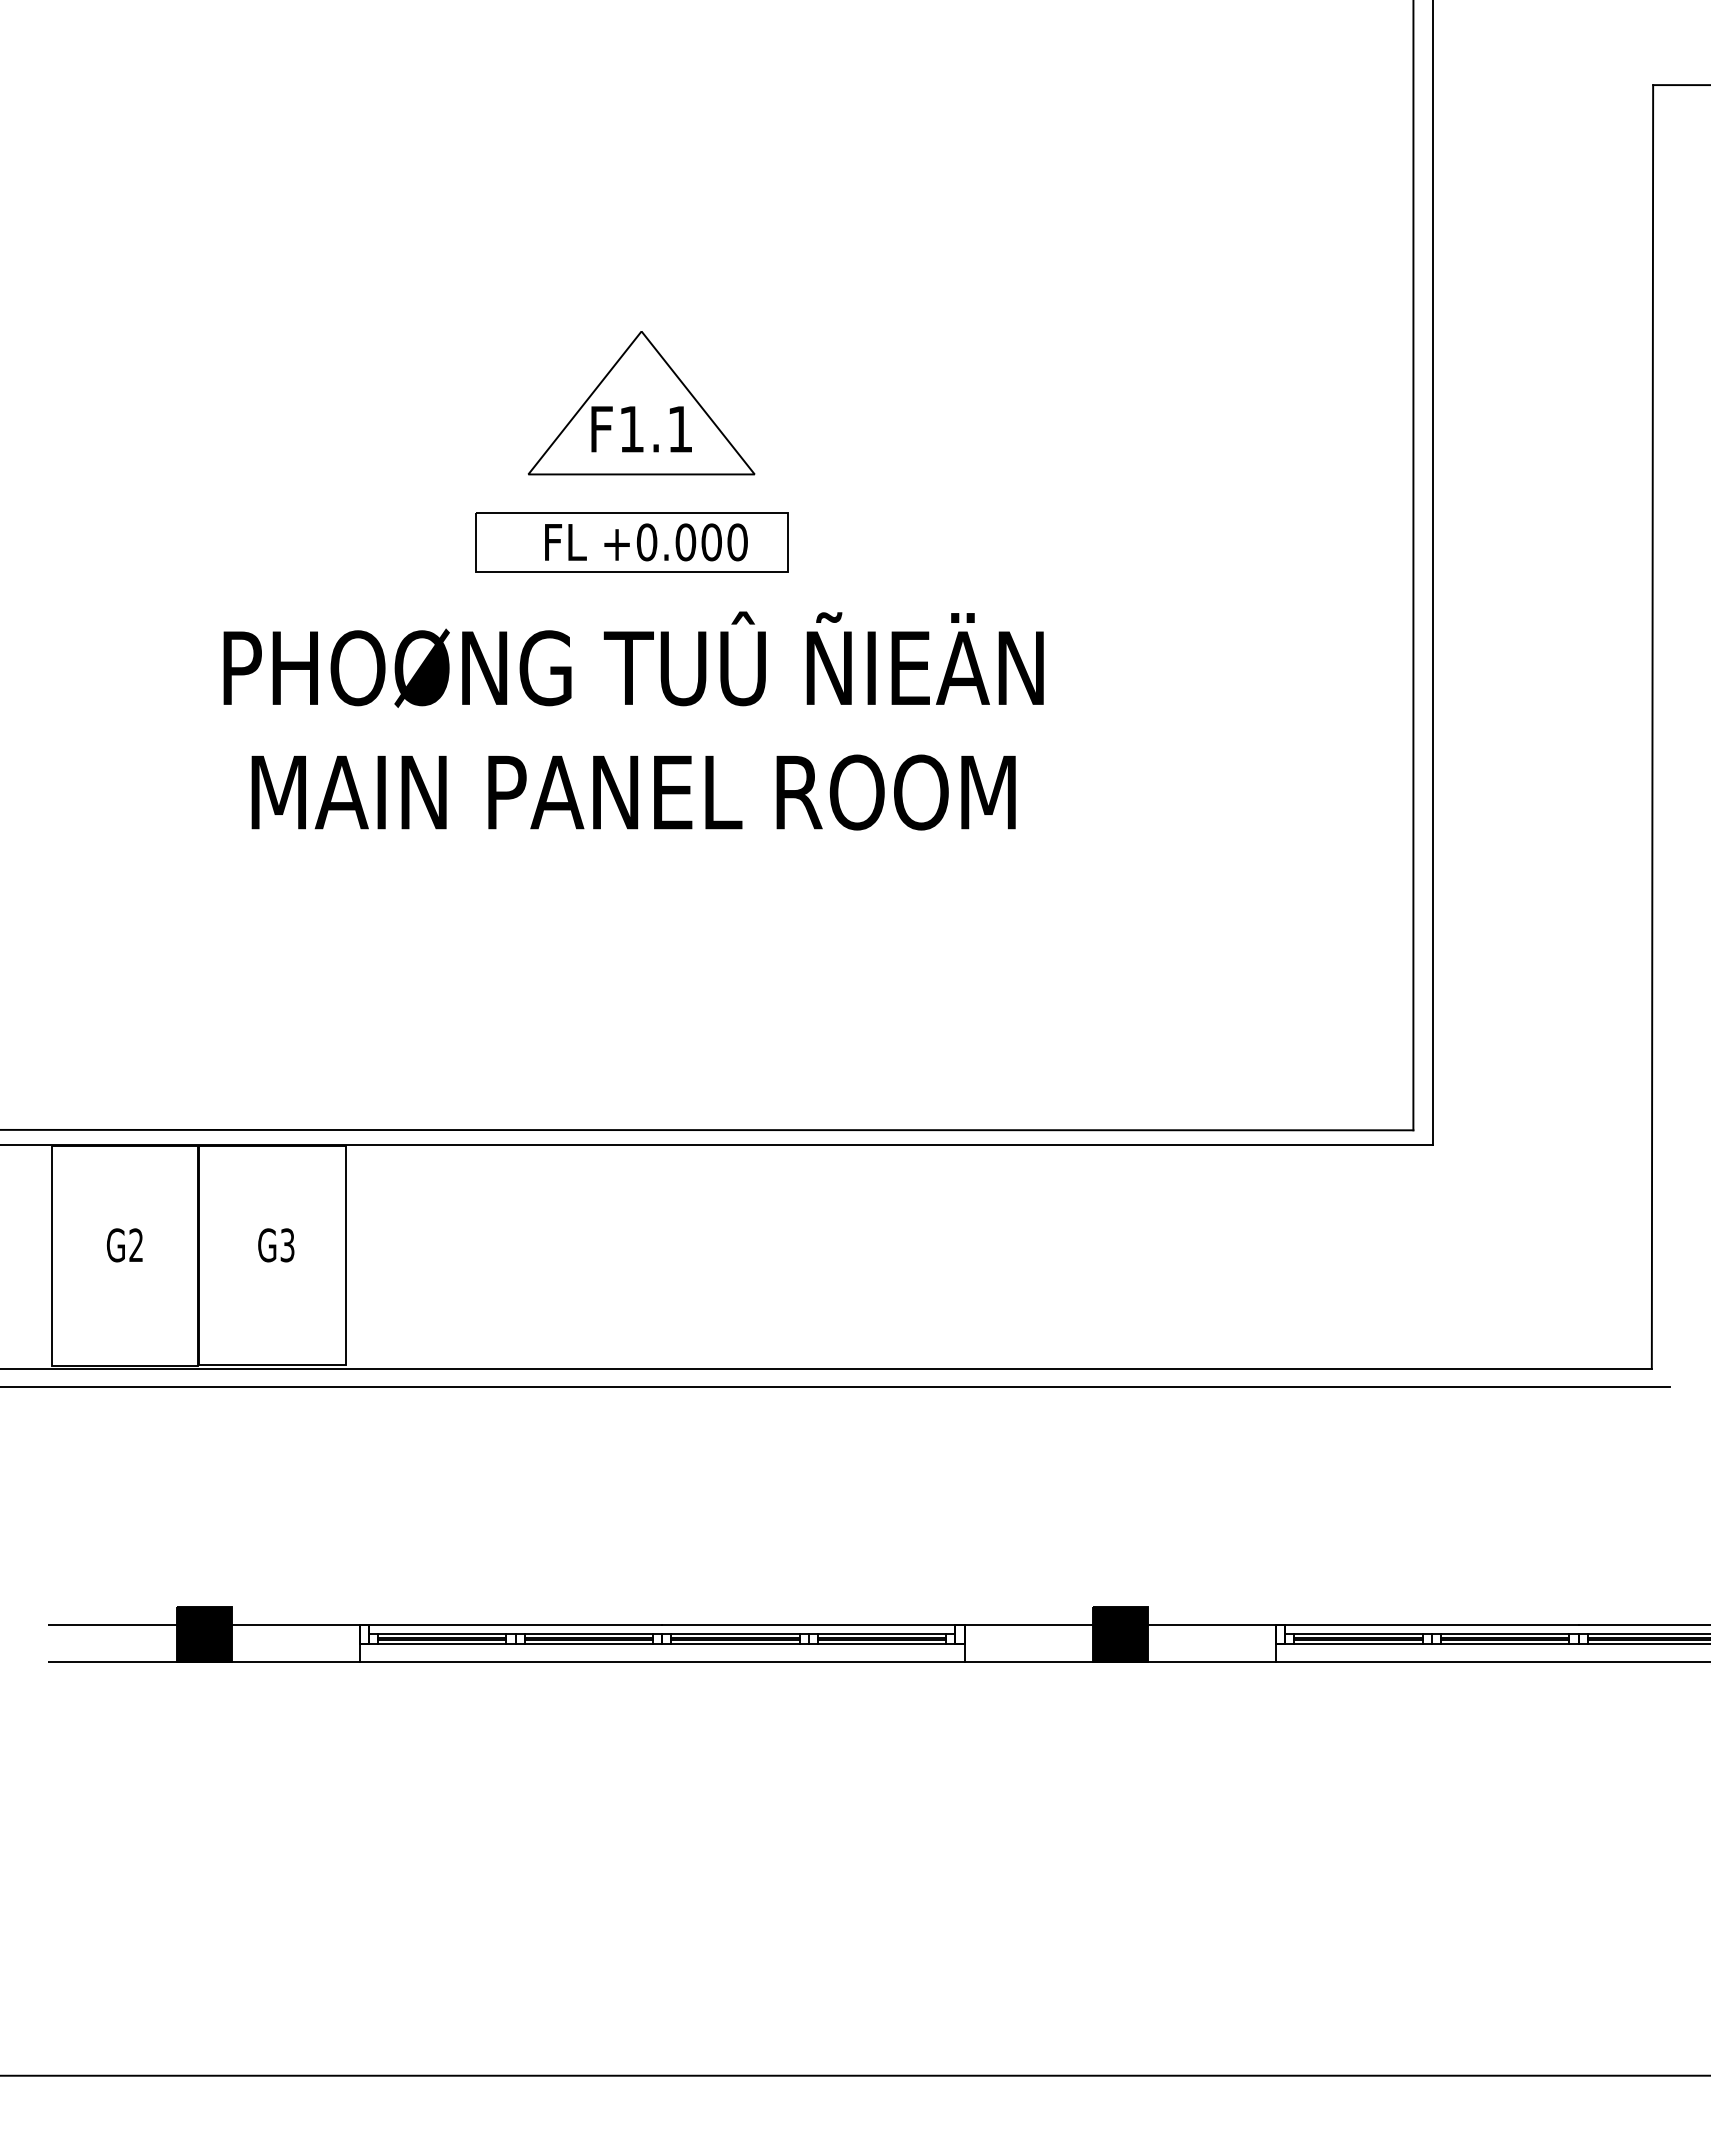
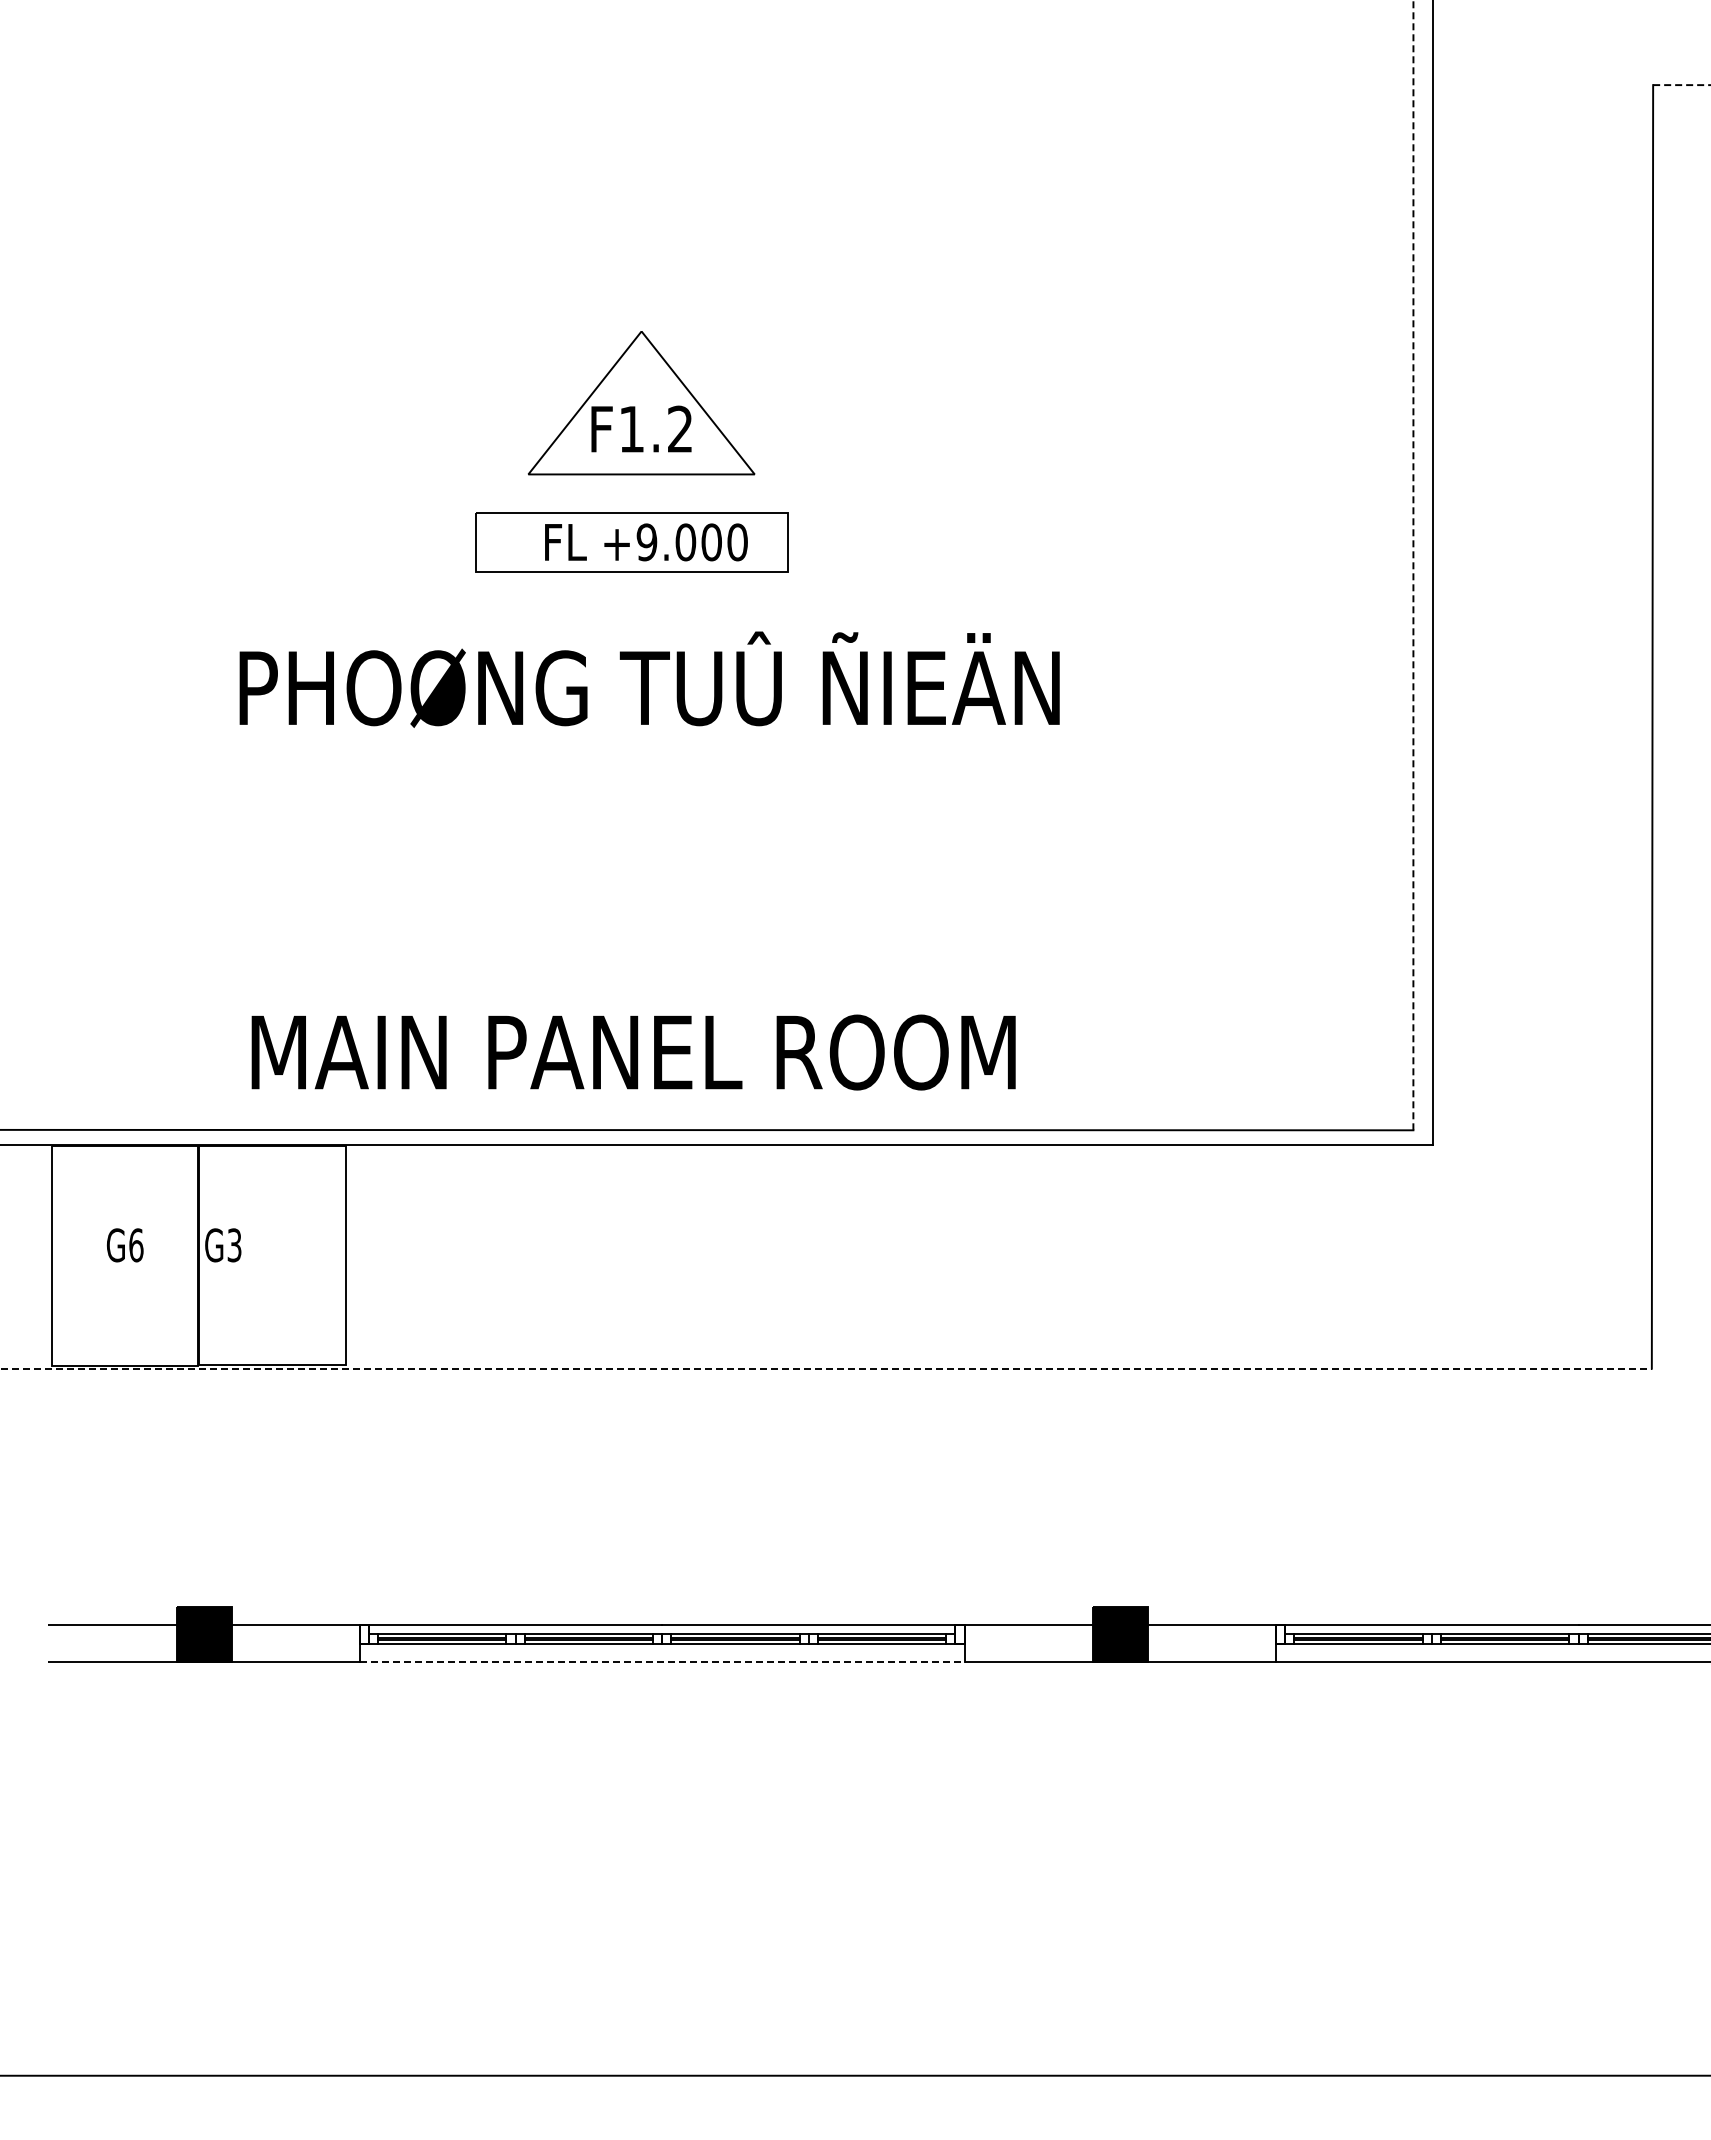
line at (1682, 85): solid -> dashed
text at (679, 428): F1.1 -> F1.2
text at (646, 542): +0.000 -> +9.000
line at (1413, 565): solid -> dashed
text at (633, 659) position: (633, 659) -> (649, 679)
text at (633, 792) position: (633, 792) -> (633, 1052)
text at (136, 1245): G2 -> G6
text at (276, 1245) position: (276, 1245) -> (223, 1245)
line at (826, 1368): solid -> dashed
line at (836, 1387): present -> none
line at (662, 1661): solid -> dashed
